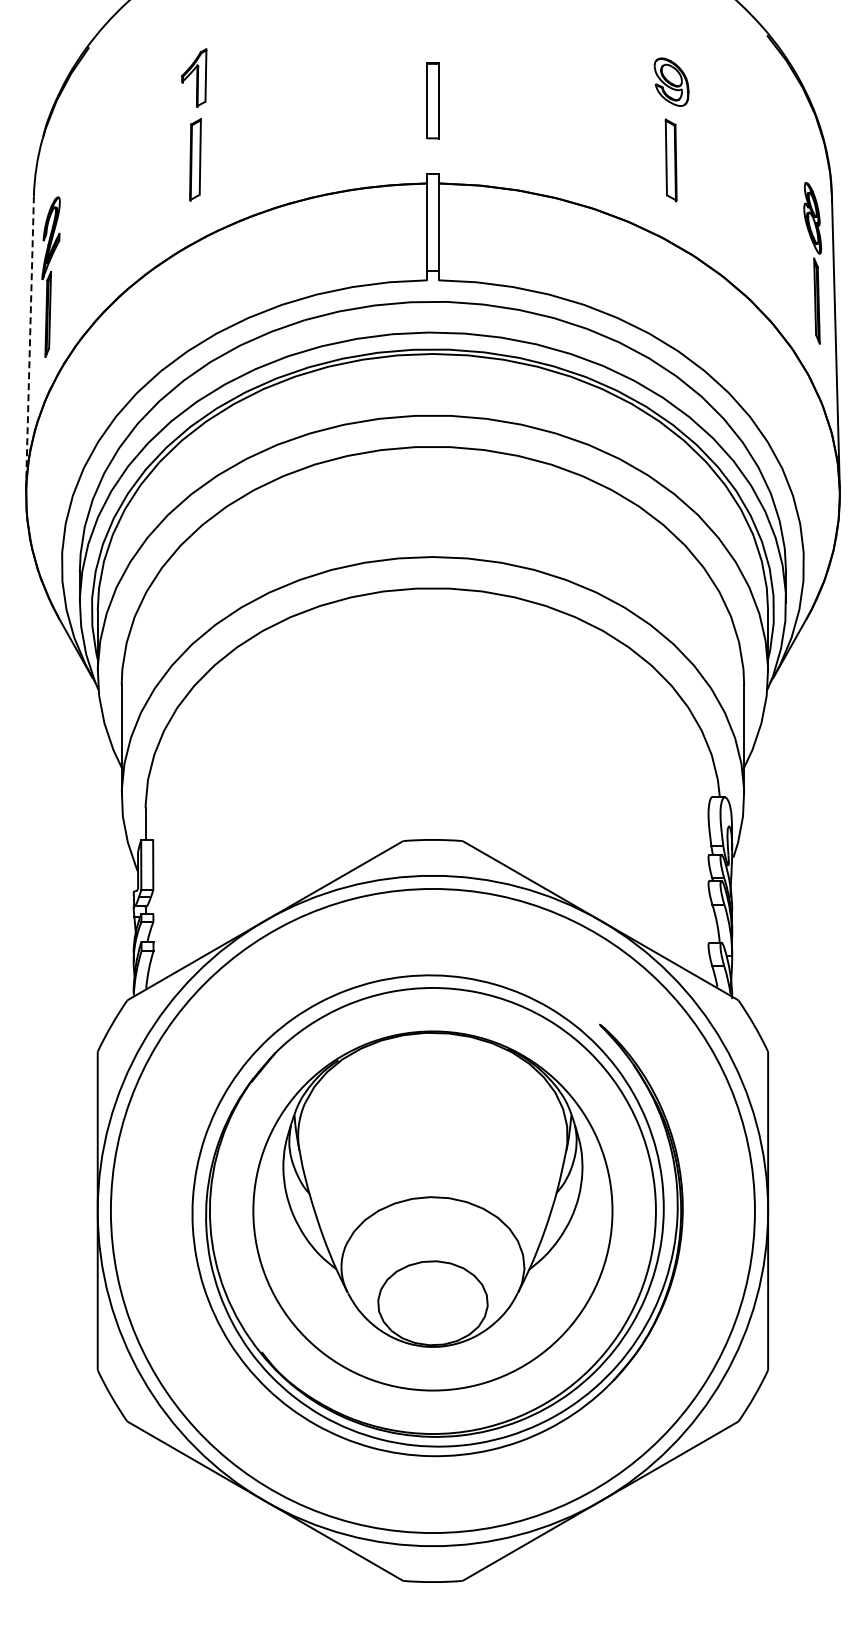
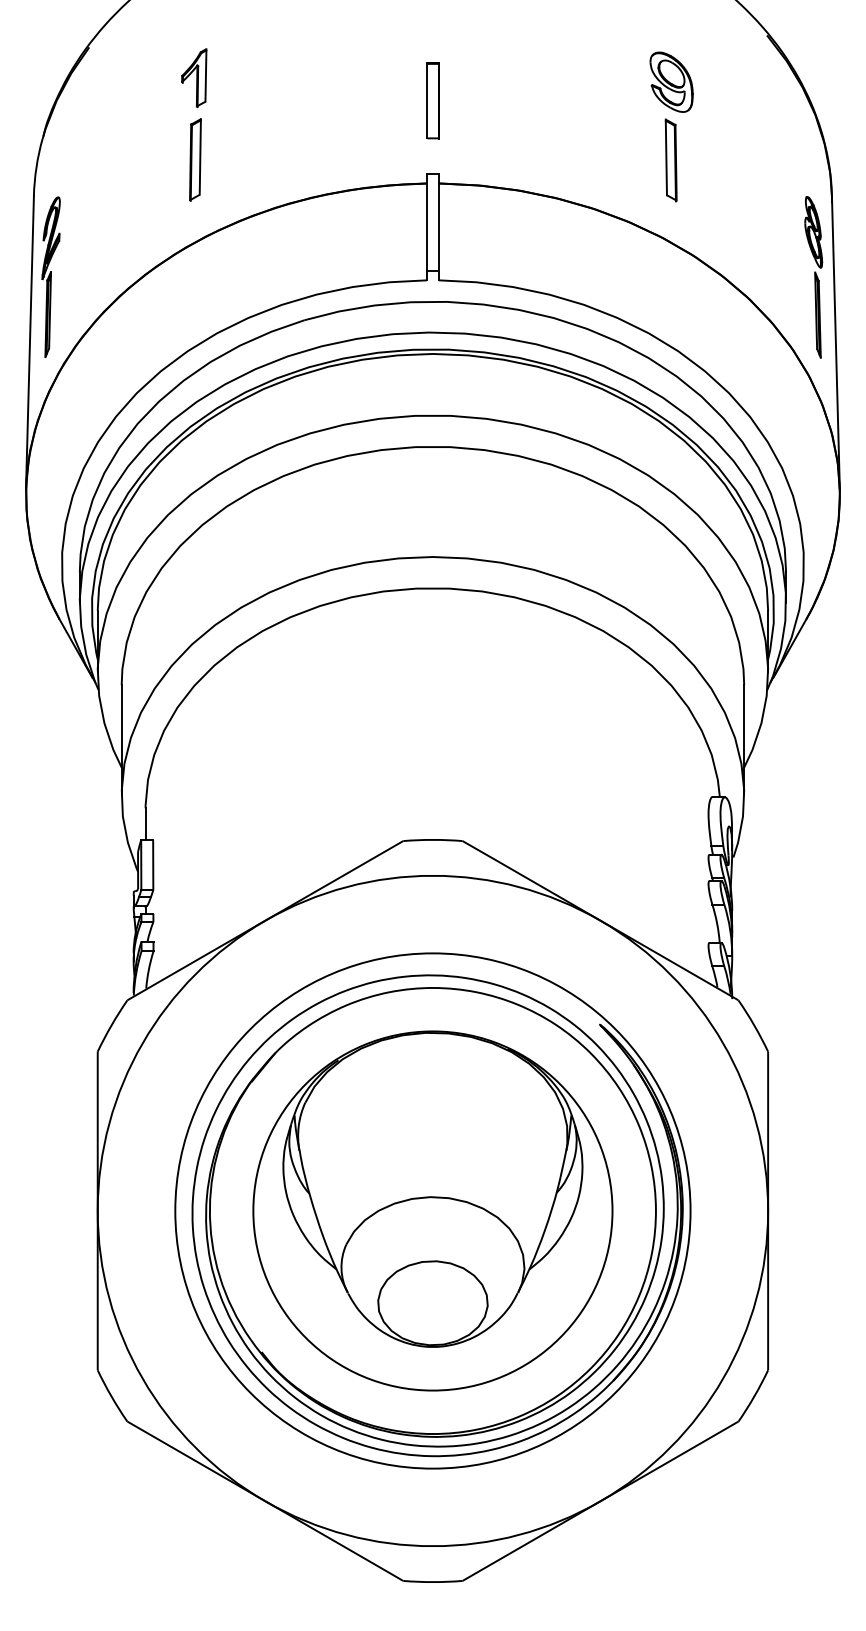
part at (671, 81) size: 37x50 px -> 45x62 px
part at (812, 263) position: (812, 263) -> (813, 277)
line at (29, 343): dashed -> solid
circle at (432, 1210) diameter: 644 px -> 515 px
